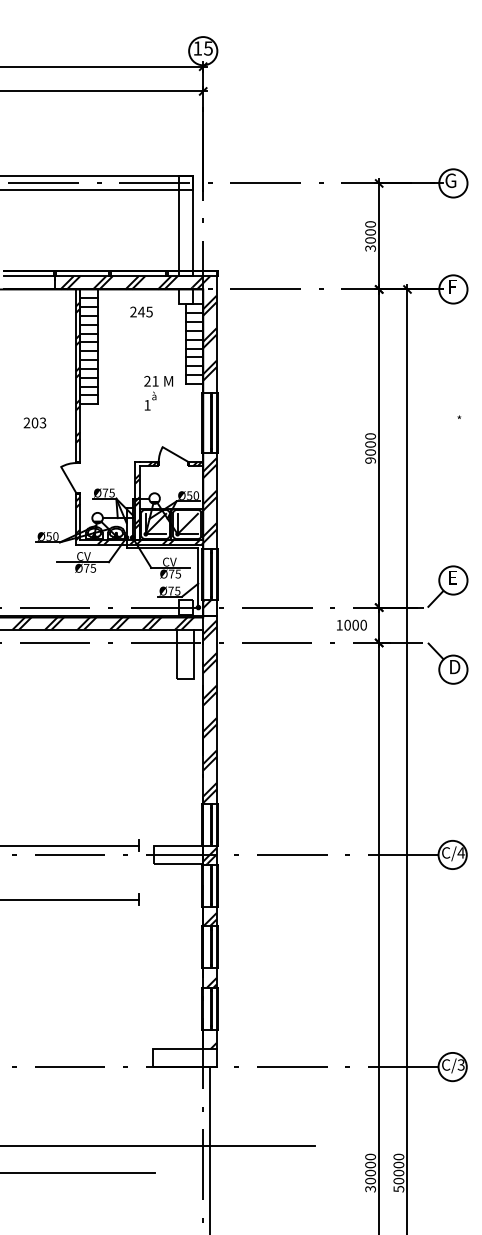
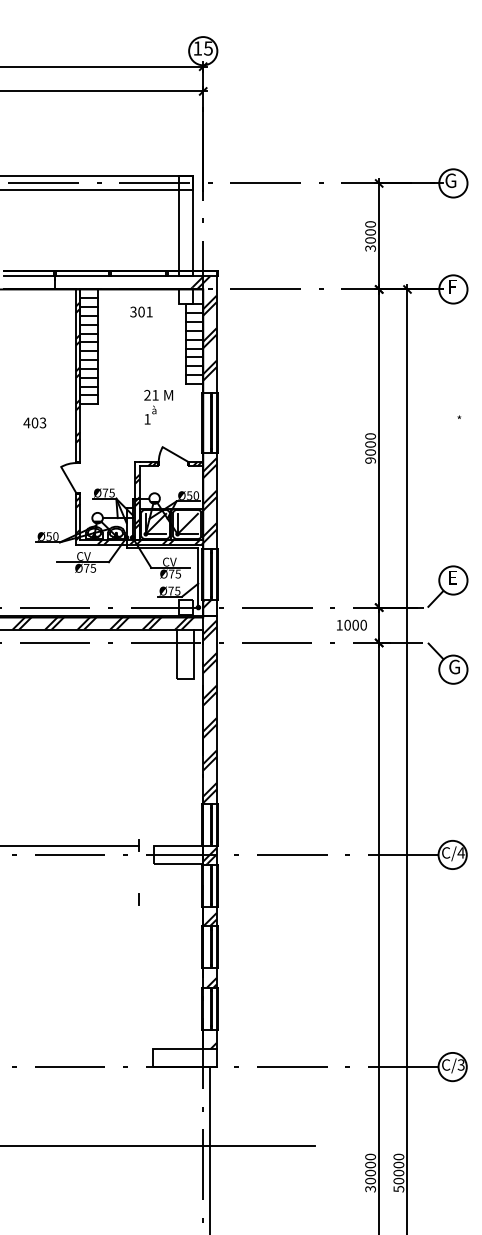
hatch at (118, 282): present -> none
text at (141, 311): 245 -> 301
text at (158, 392) position: (158, 392) -> (158, 406)
text at (26, 422): 203 -> 403
text at (454, 666): D -> G
line at (70, 899): present -> none
line at (78, 1173): present -> none
